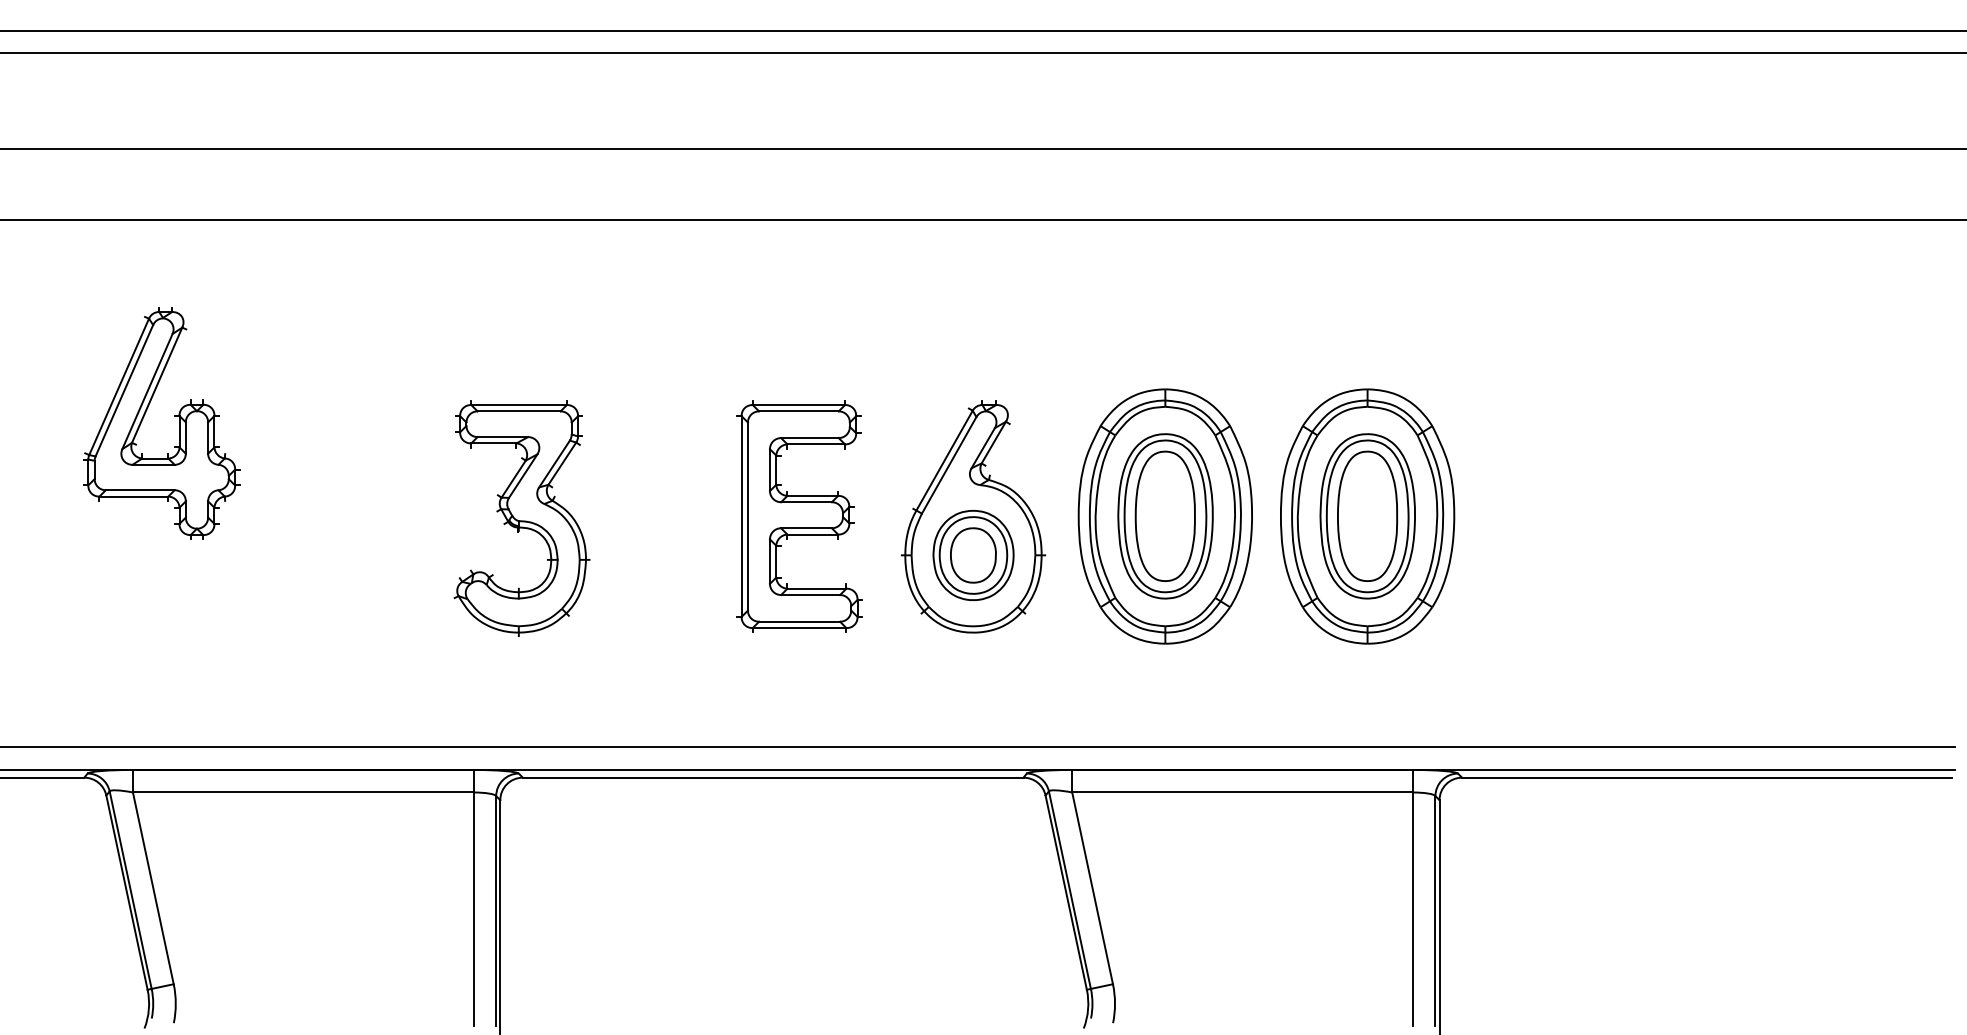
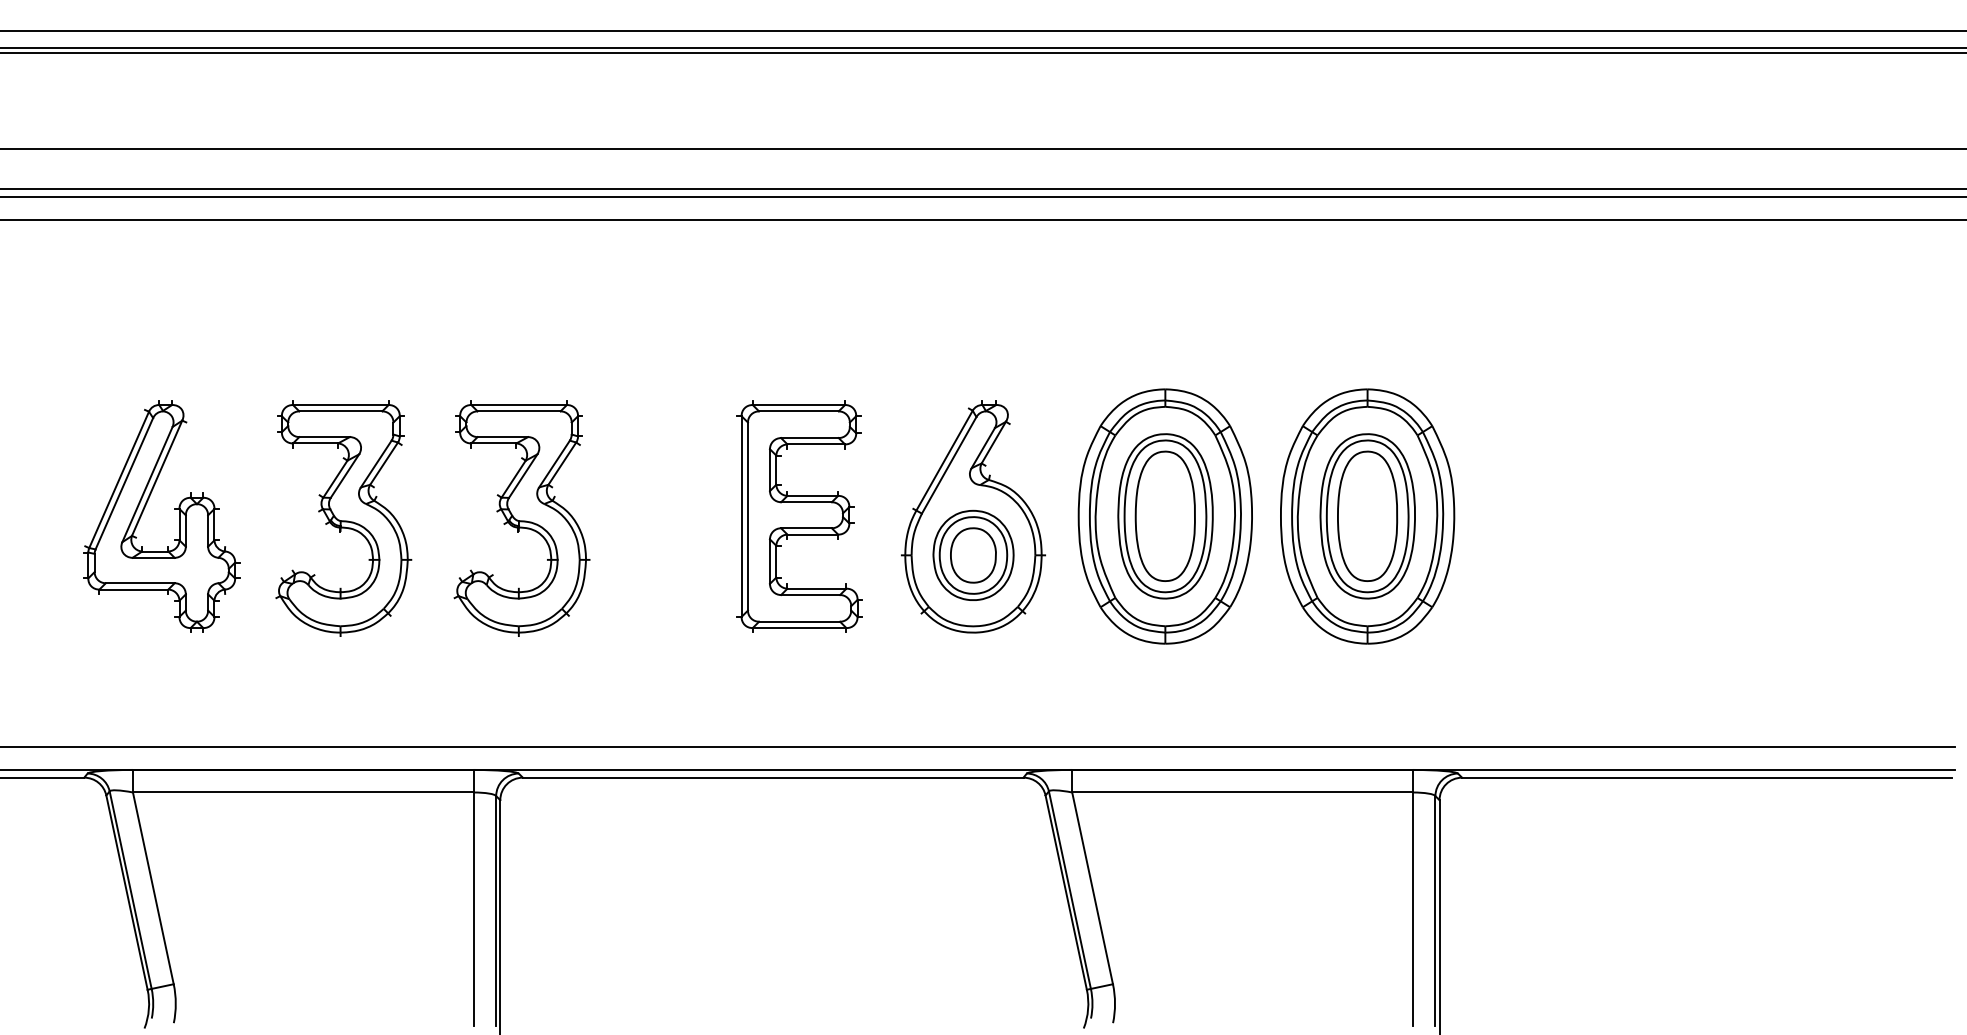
line at (982, 47): none -> present
line at (982, 189): none -> present
line at (982, 197): none -> present
part at (174, 416) position: (174, 416) -> (174, 509)
part at (343, 518): none -> present
